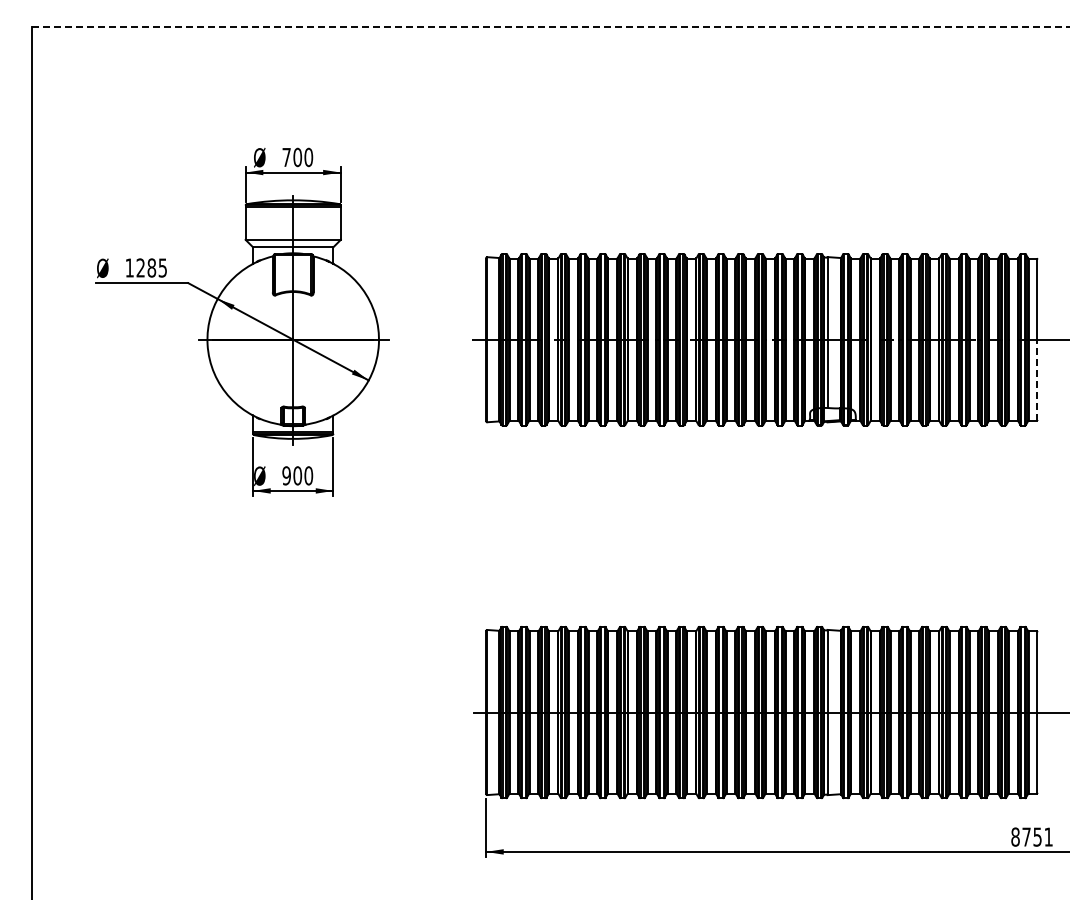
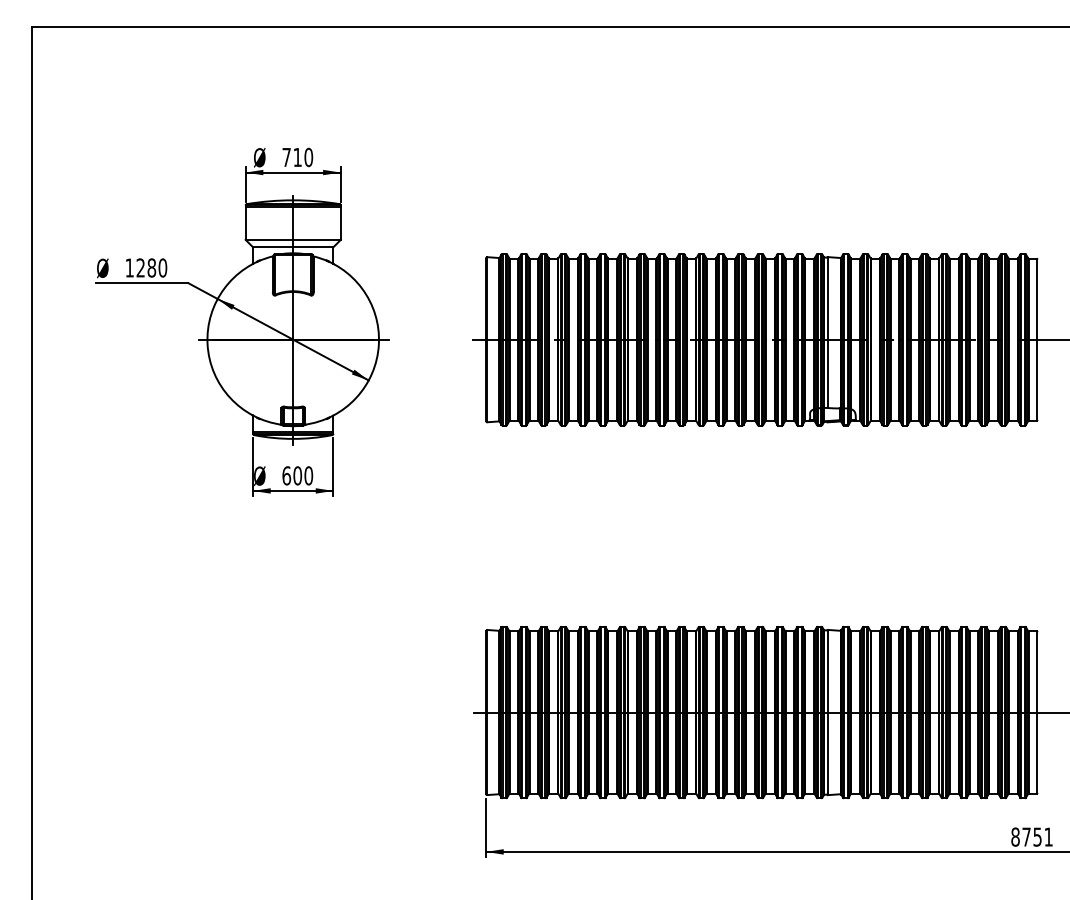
line at (550, 26): dashed -> solid
text at (297, 157): 700 -> 710
text at (162, 267): 1285 -> 1280
line at (1037, 380): dashed -> solid
text at (286, 475): 900 -> 600
